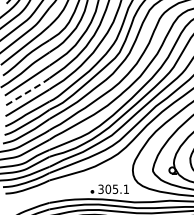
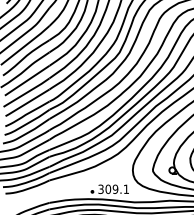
line at (27, 92): dashed -> solid
text at (115, 188): 305.1 -> 309.1
